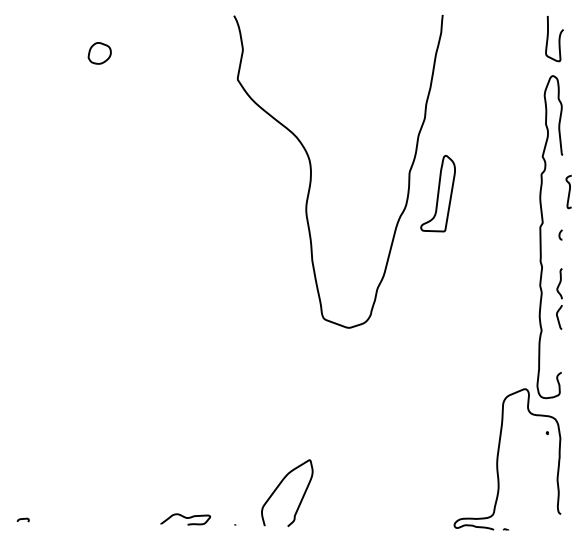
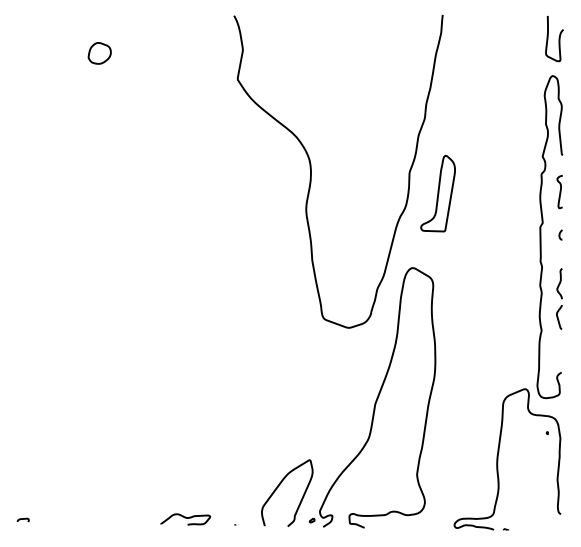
curve at (568, 191) position: (568, 191) -> (559, 191)
part at (372, 397): none -> present
